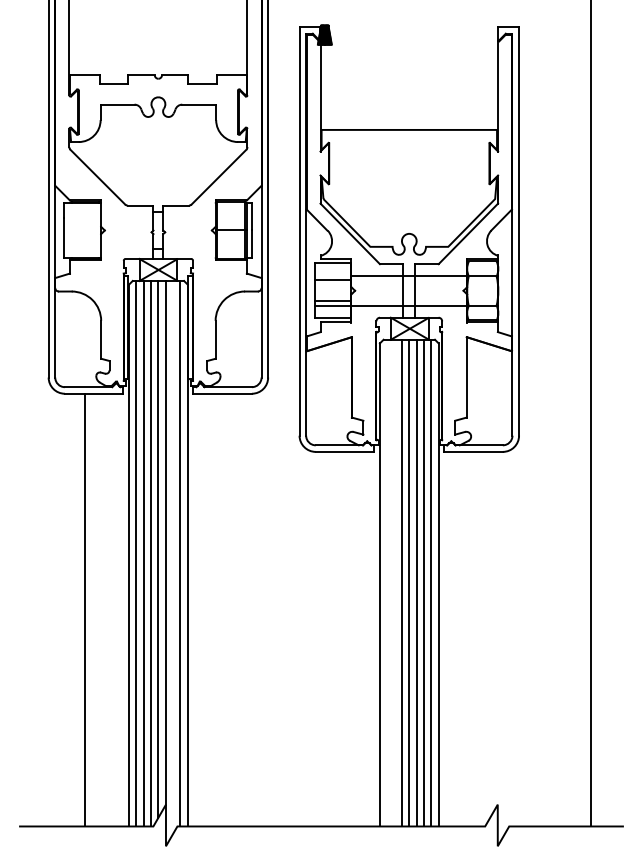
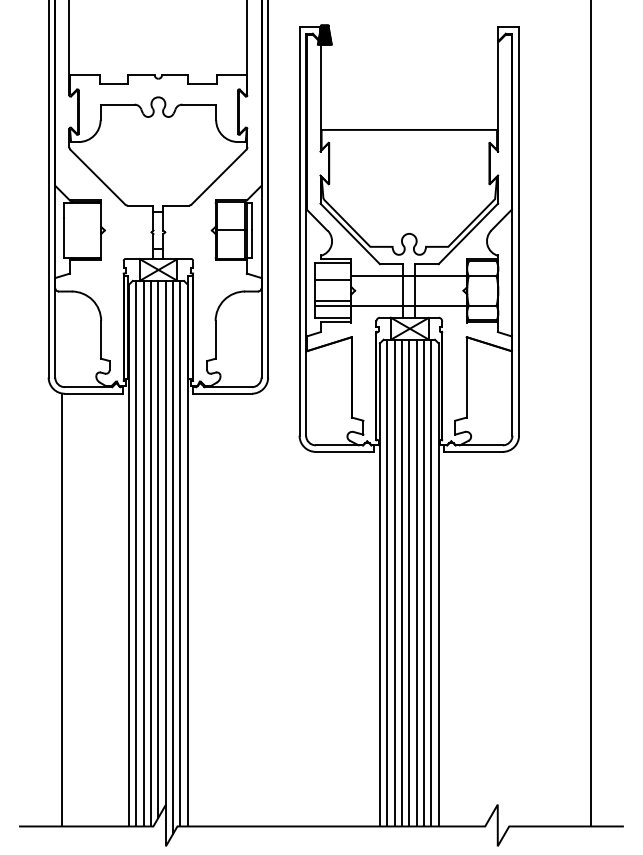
line at (173, 557): none -> present
line at (387, 582): none -> present
line at (394, 582): none -> present
line at (84, 609) position: (84, 609) -> (61, 609)
